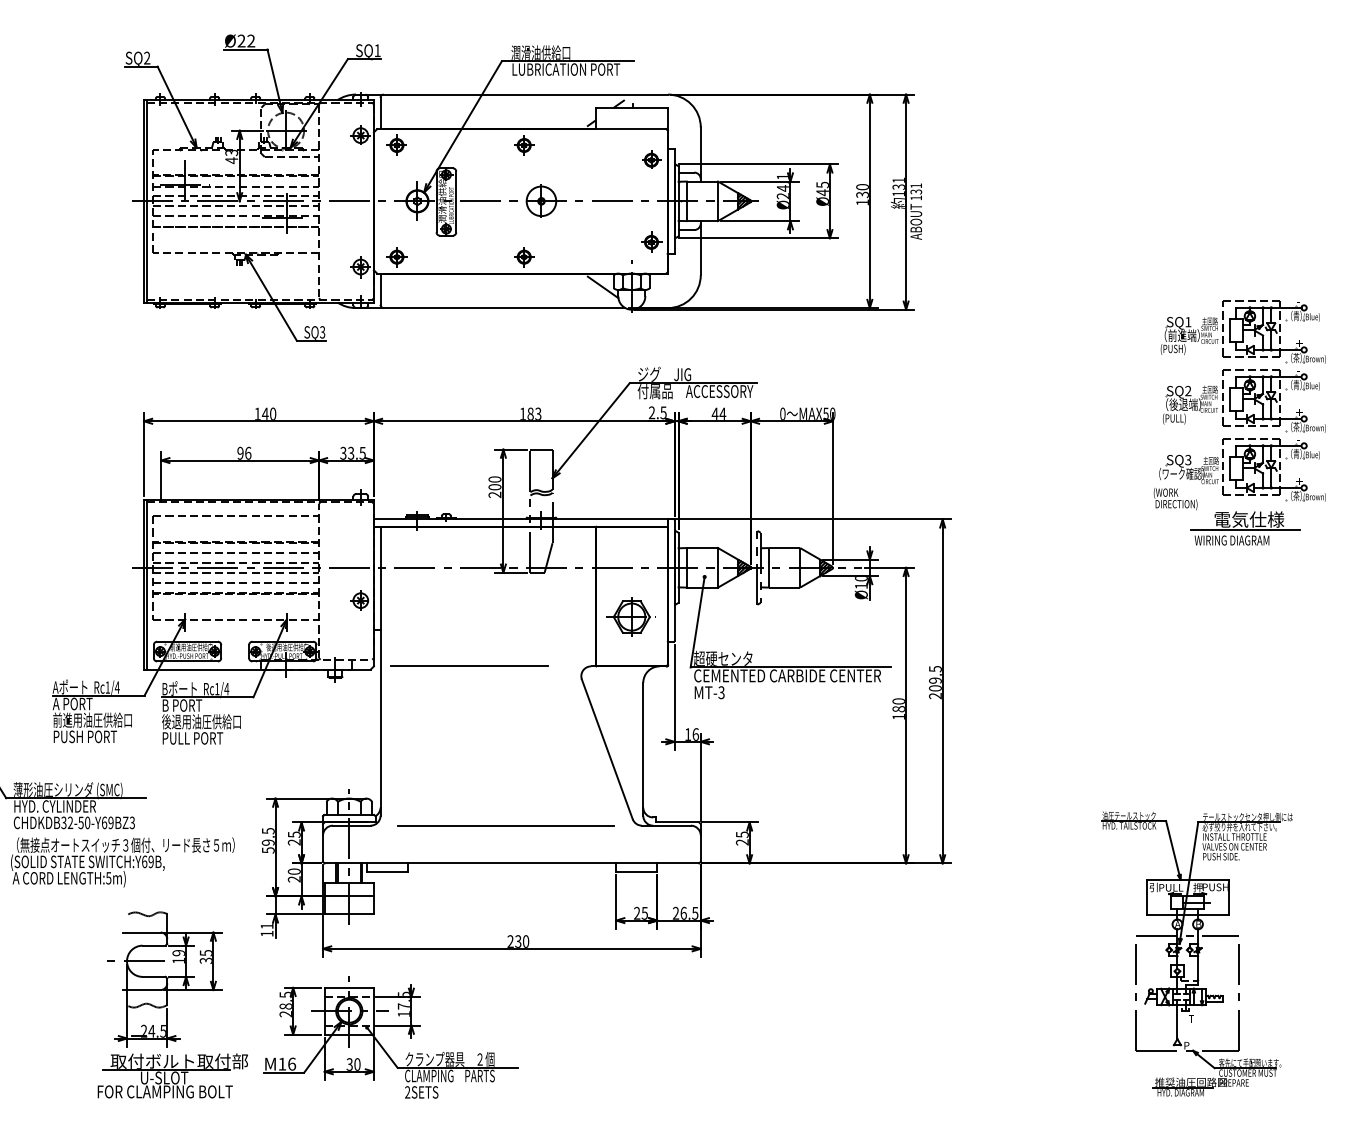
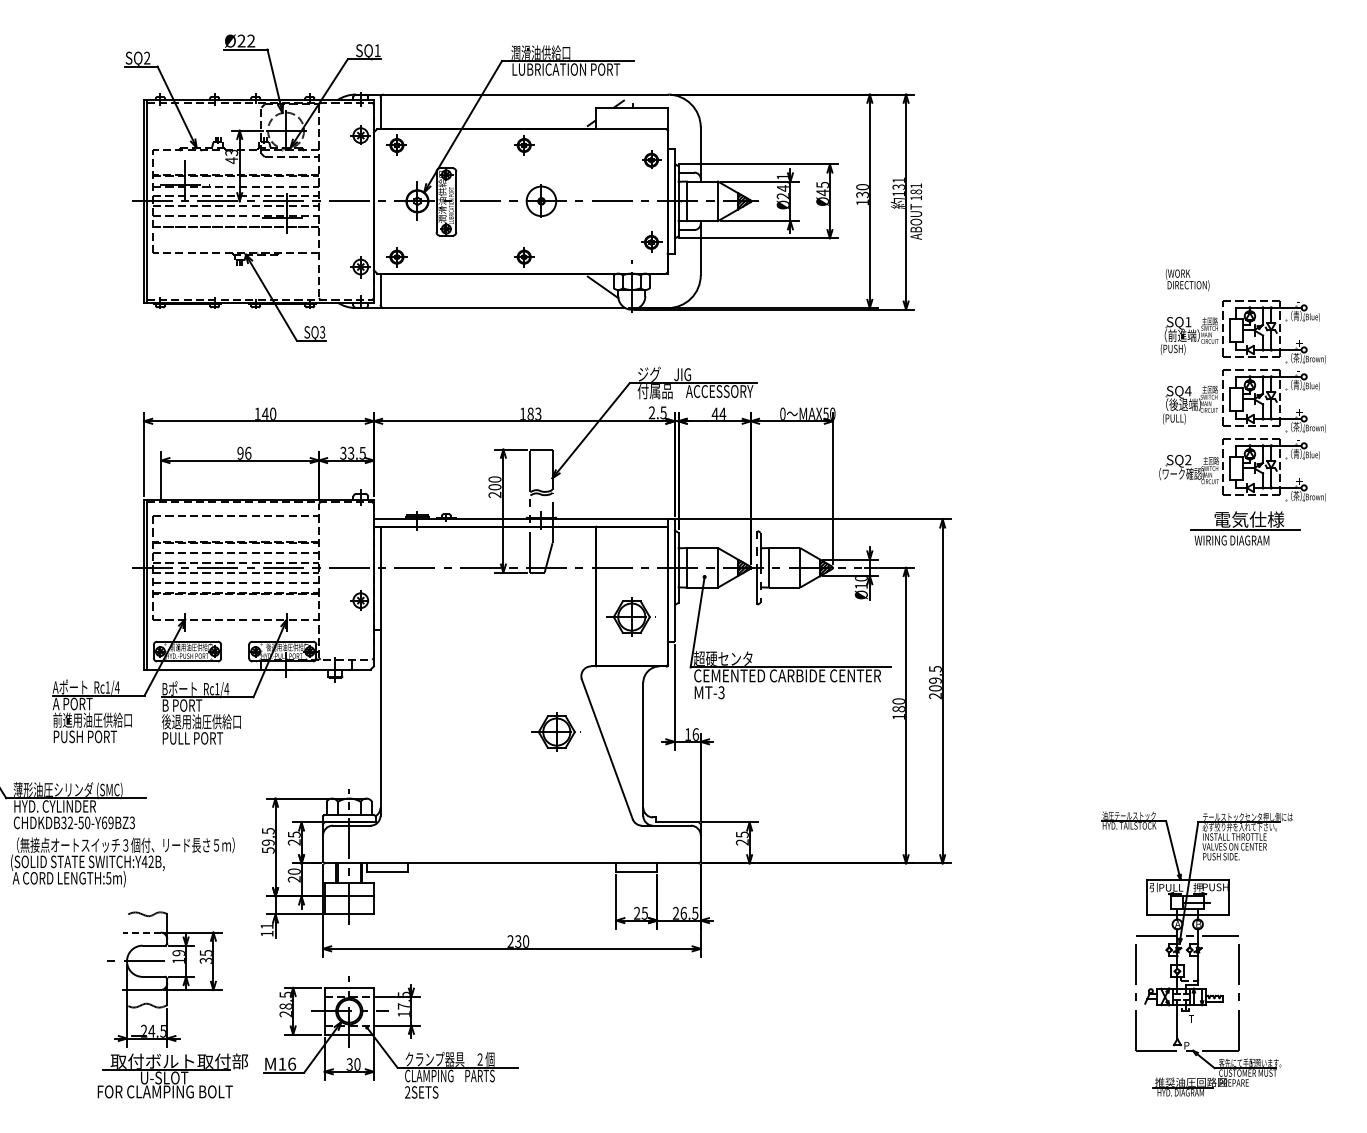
text at (915, 191): 131 -> 181
text at (1187, 391): SQ2 -> SQ4
text at (1188, 460): SQ3 -> SQ2
text at (1175, 499) position: (1175, 499) -> (1187, 280)
line at (469, 666): present -> none
part at (555, 731): none -> present
line at (505, 825): present -> none
text at (147, 861): SWITCH:Y69B, -> SWITCH:Y42B,
line at (142, 932): solid -> dashed
